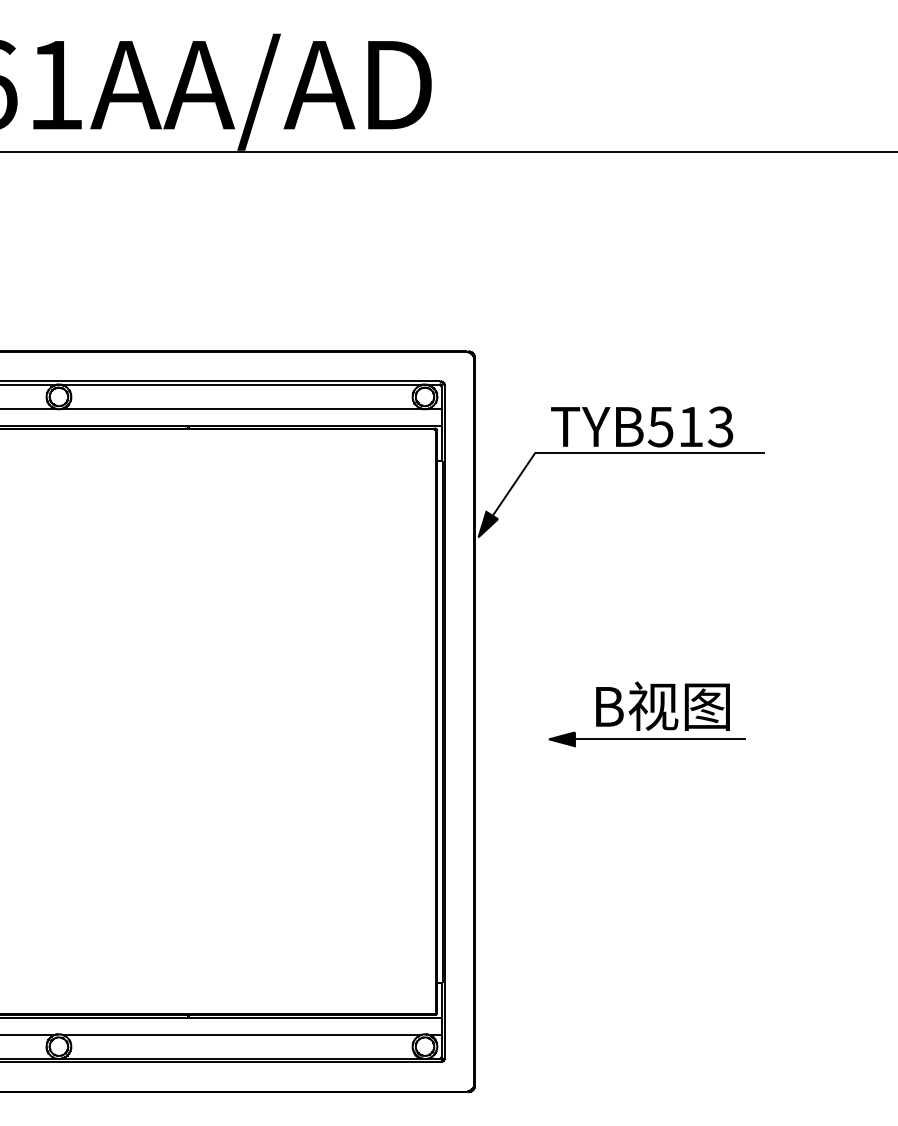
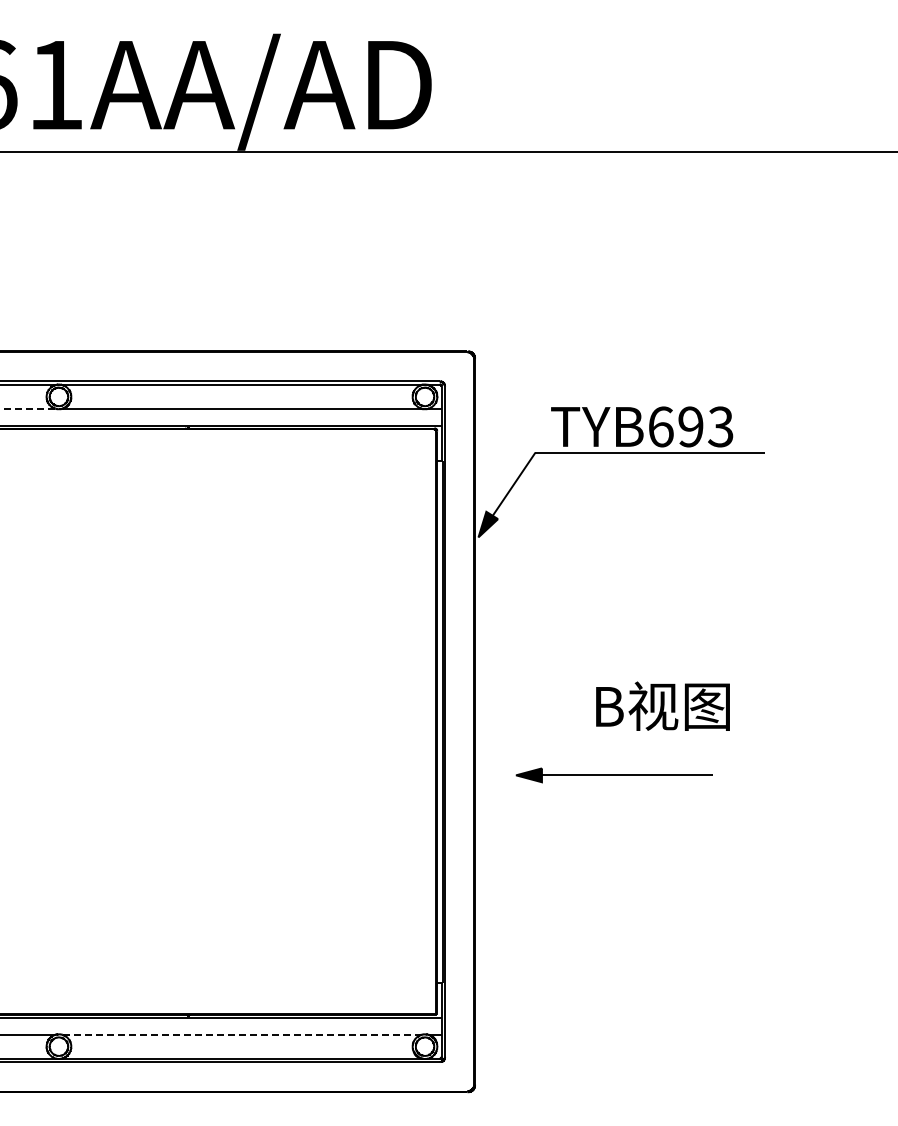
line at (28, 408): solid -> dashed
text at (675, 426): TYB513 -> TYB693
part at (646, 739) position: (646, 739) -> (613, 775)
line at (241, 1034): solid -> dashed
